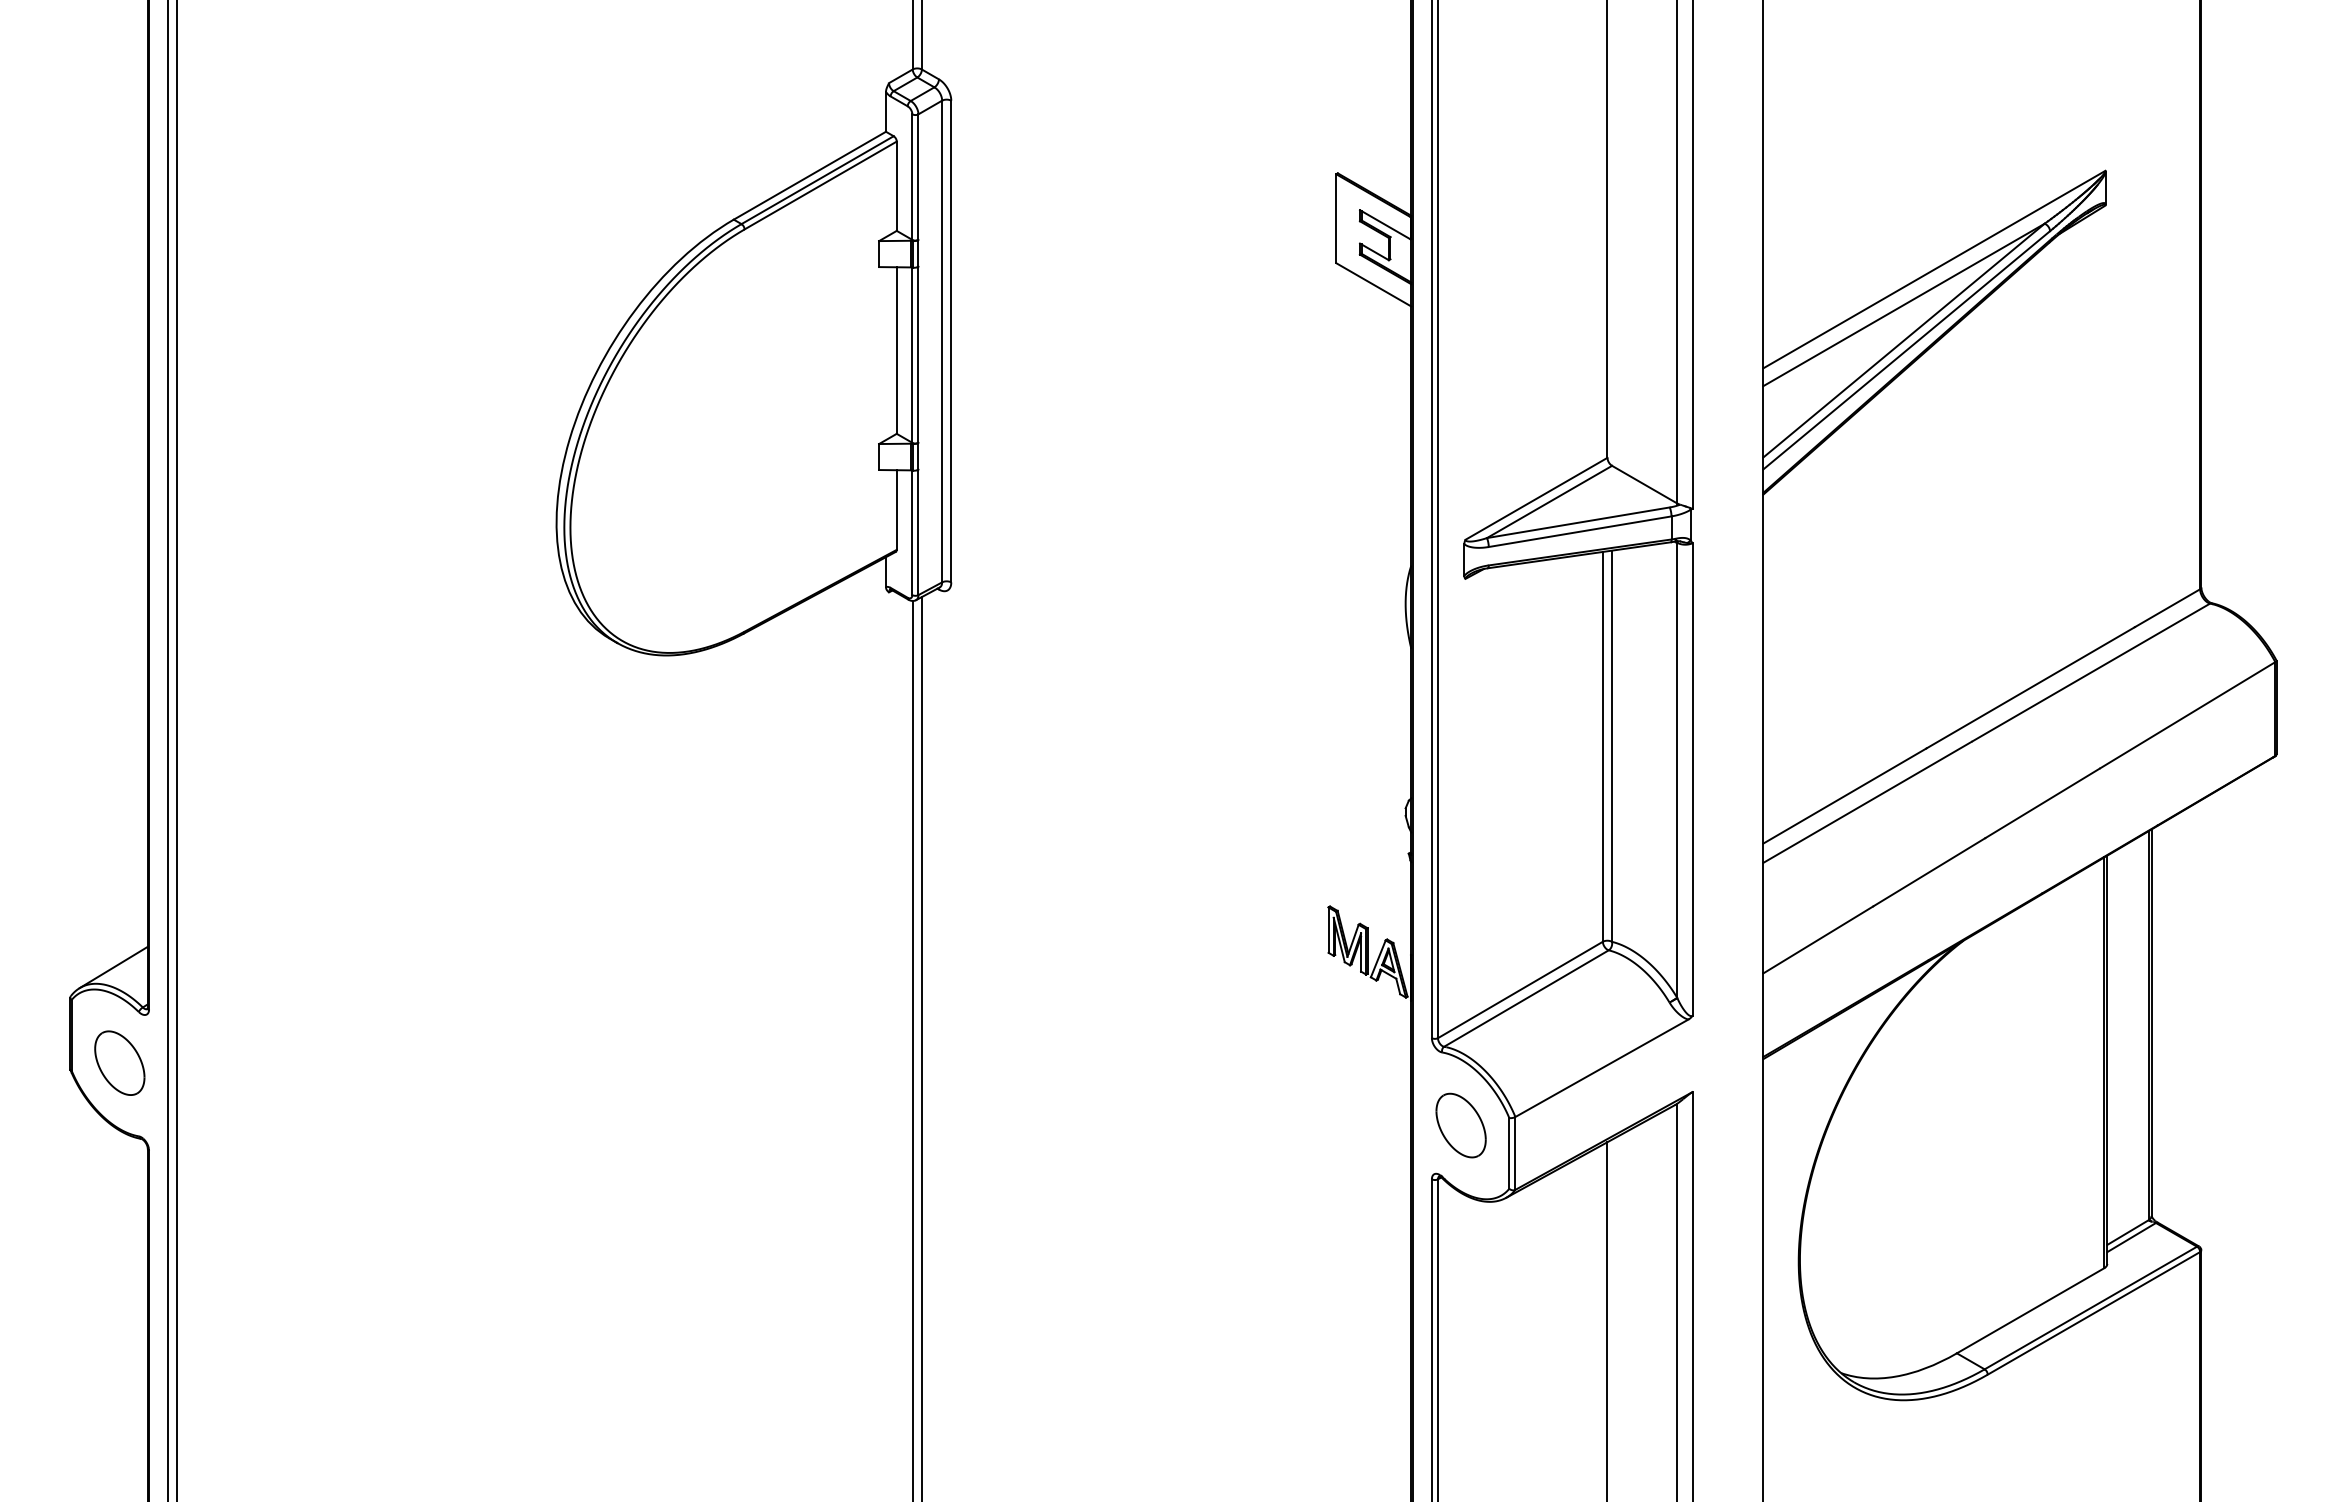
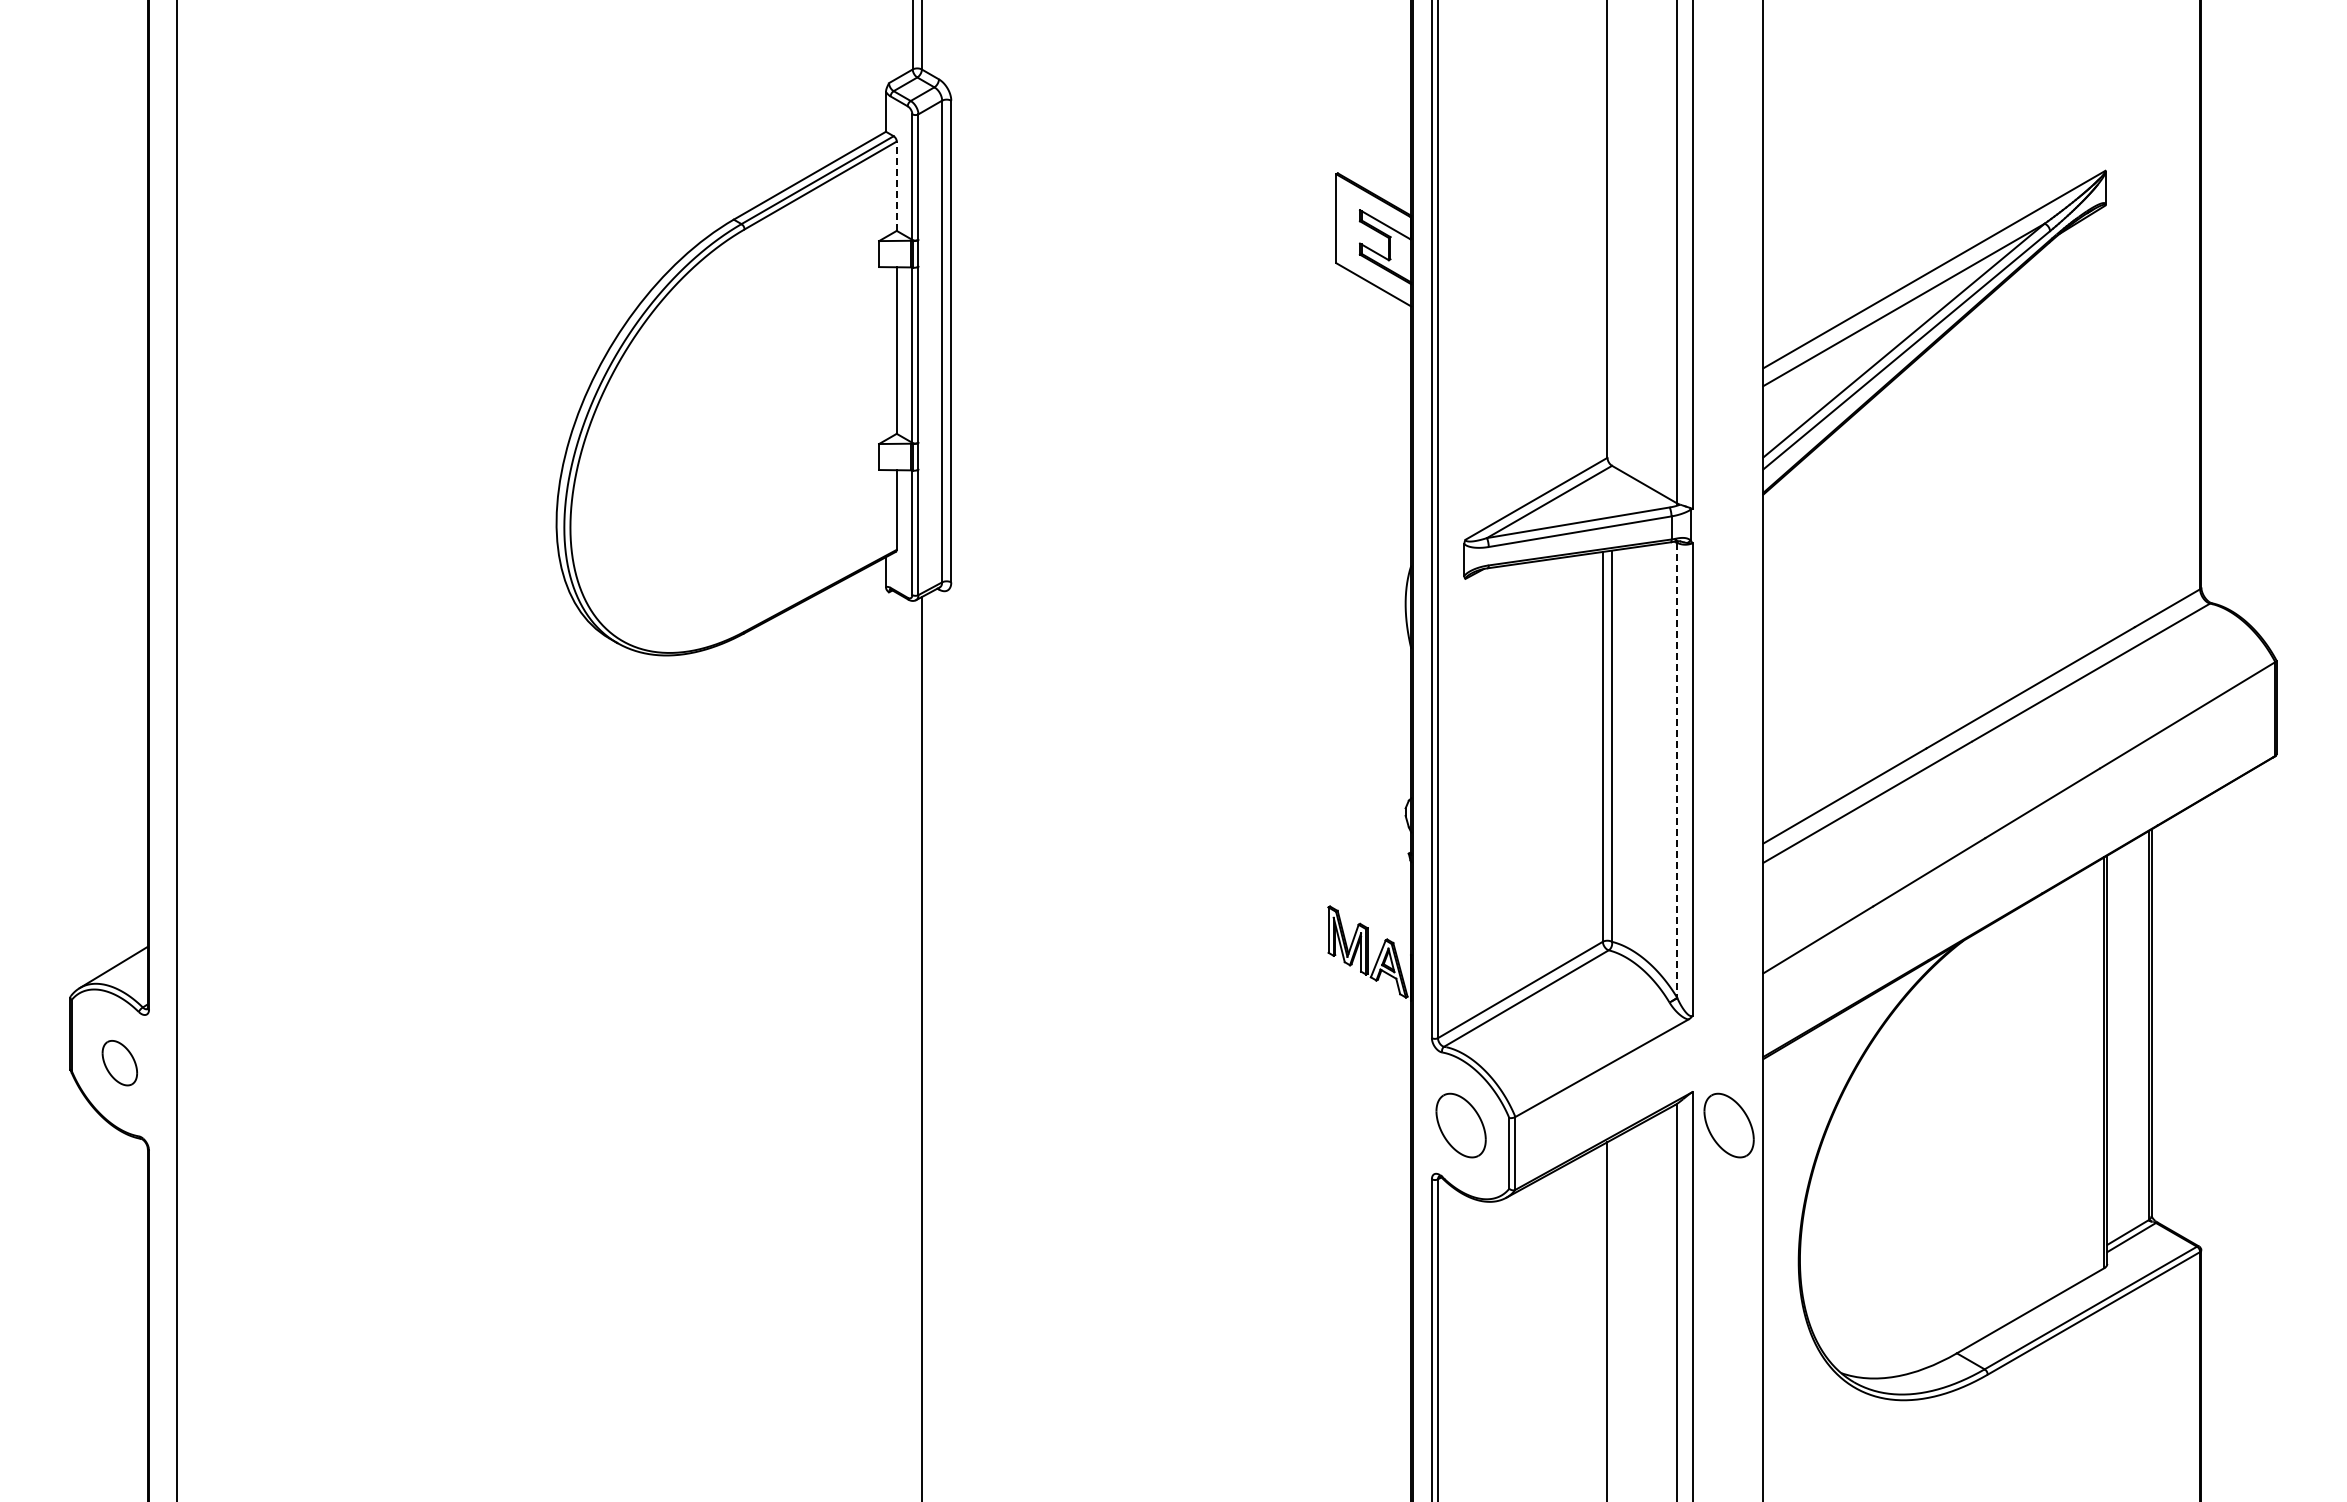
line at (896, 186): solid -> dashed
line at (167, 750): present -> none
line at (1677, 770): solid -> dashed
line at (912, 1049): present -> none
part at (119, 1062) size: 52x66 px -> 37x47 px
part at (1728, 1125): none -> present
